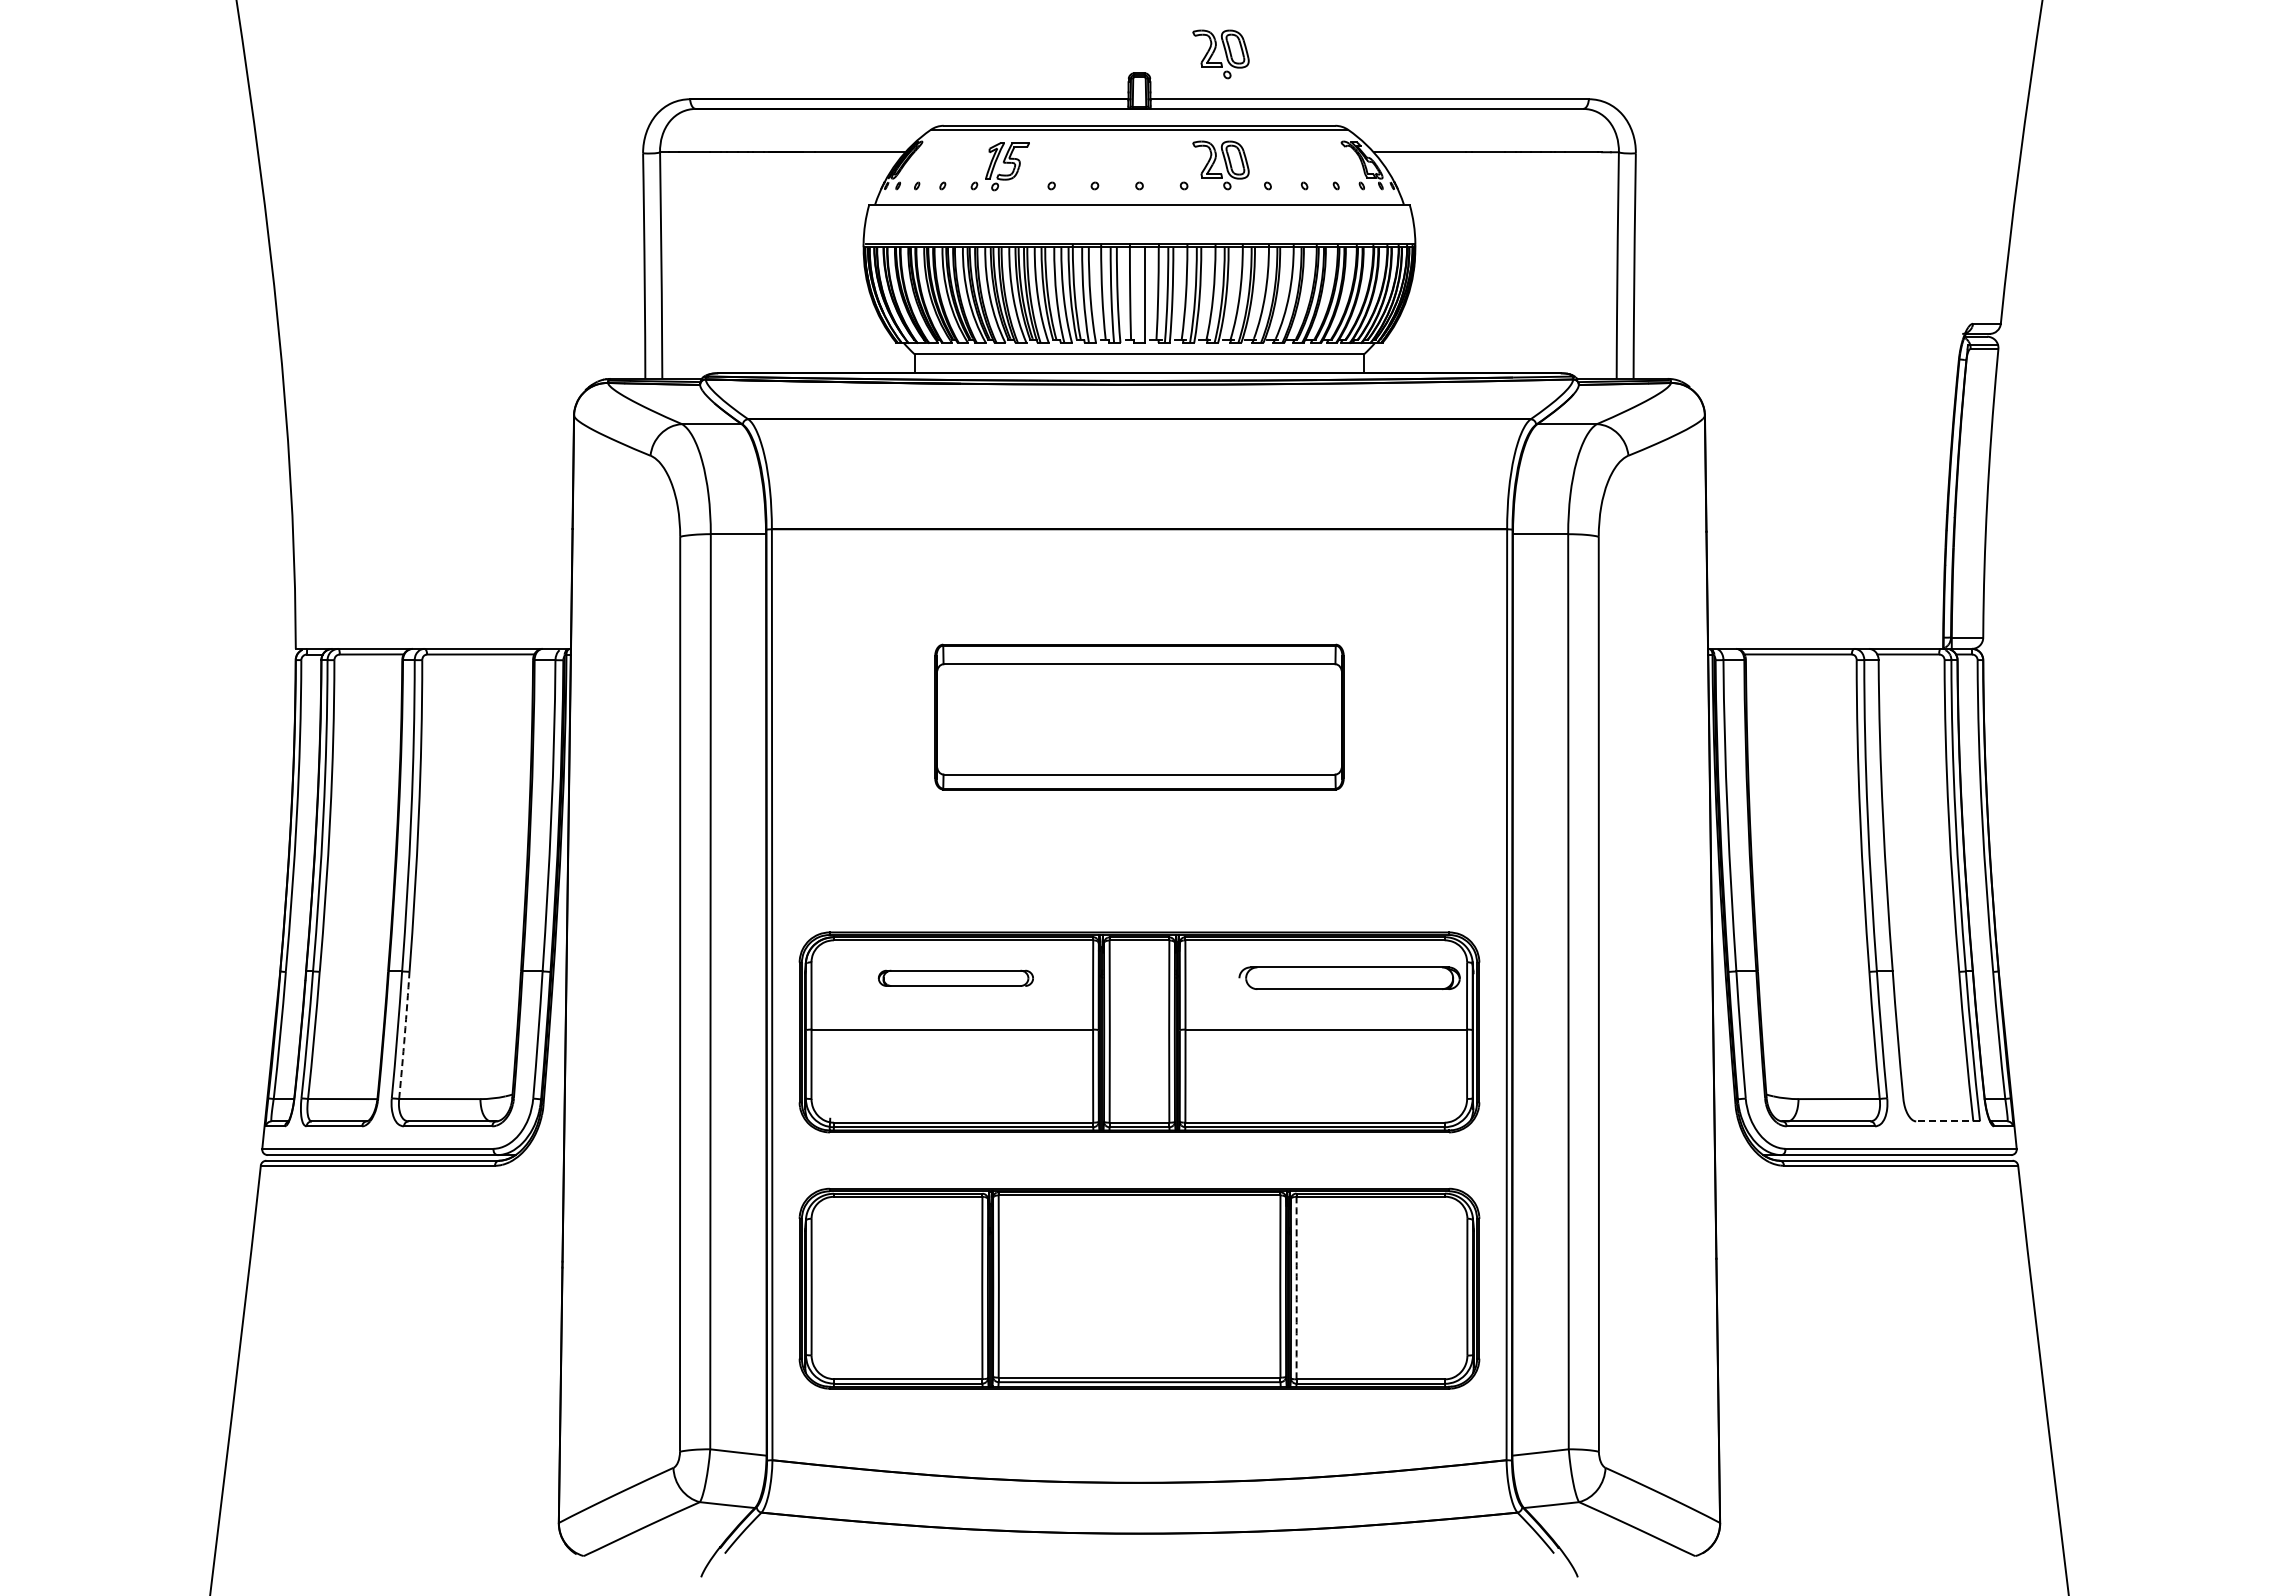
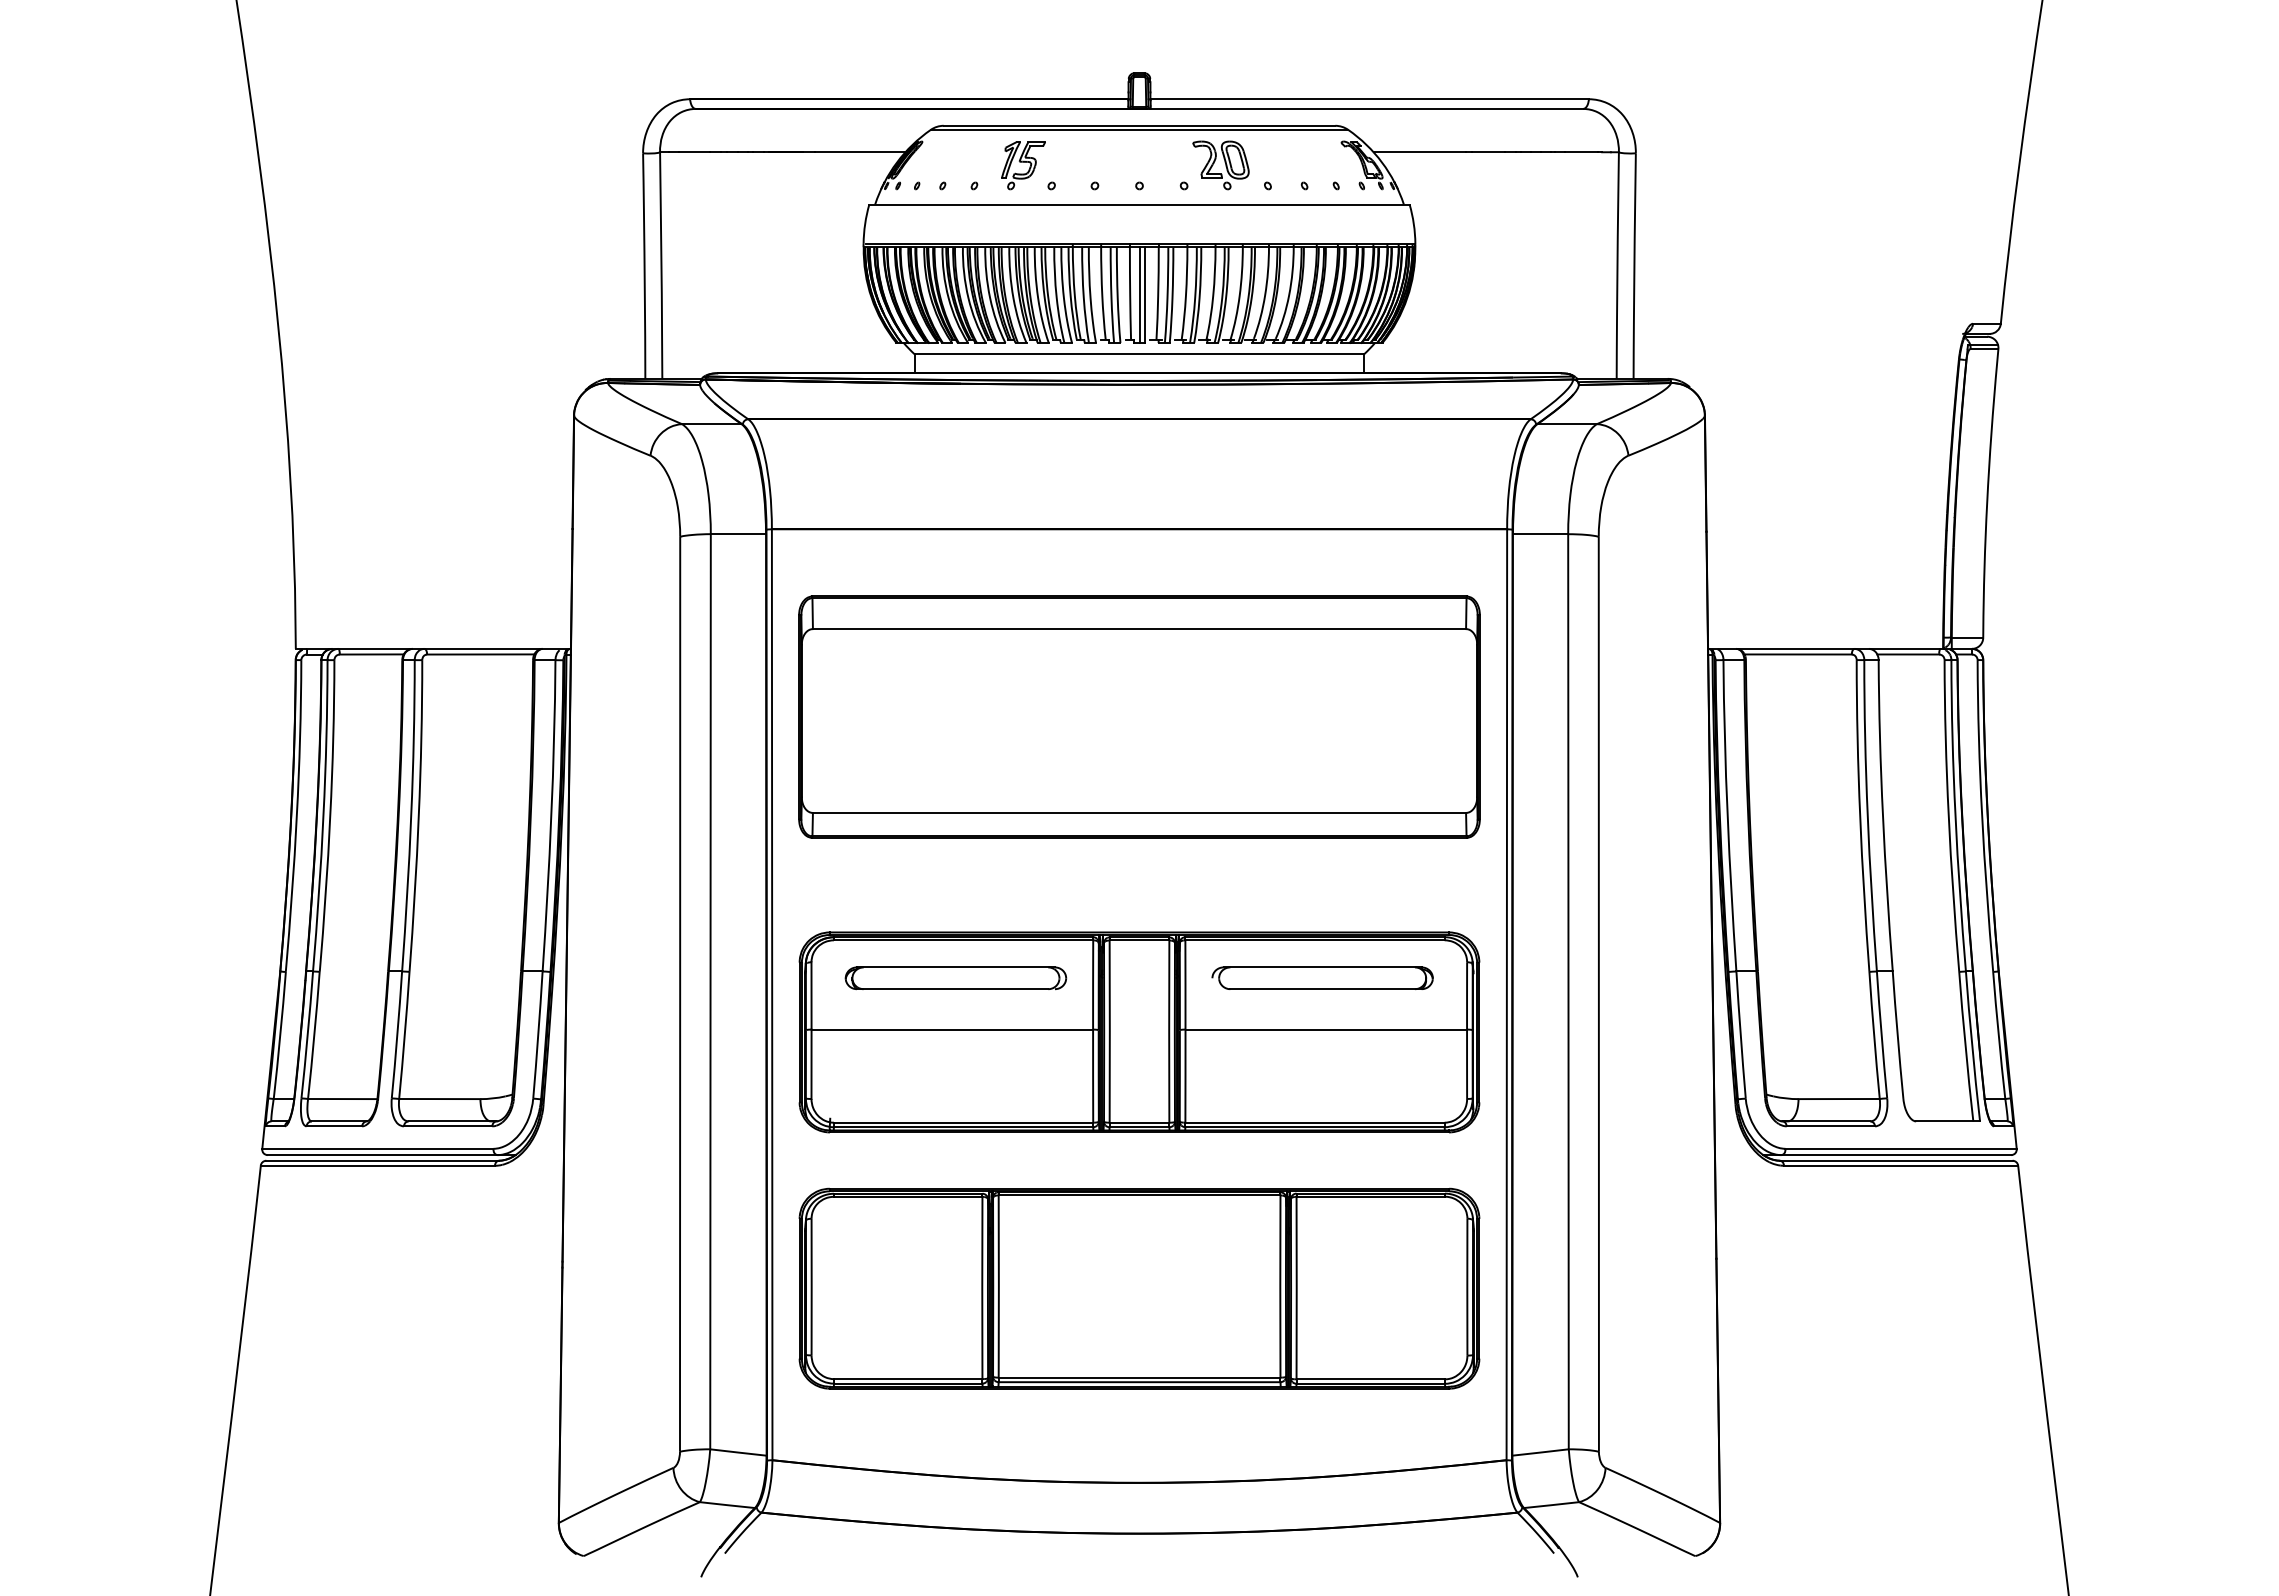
part at (1220, 54): present -> none
part at (1007, 166) position: (1007, 166) -> (1023, 165)
line at (1139, 294): none -> present
part at (1139, 716) size: 411x148 px -> 683x244 px
part at (955, 977) size: 157x18 px -> 224x25 px
part at (1349, 978) position: (1349, 978) -> (1322, 978)
arc at (404, 1035): dashed -> solid
line at (1948, 1121): dashed -> solid
arc at (1296, 1288): dashed -> solid
